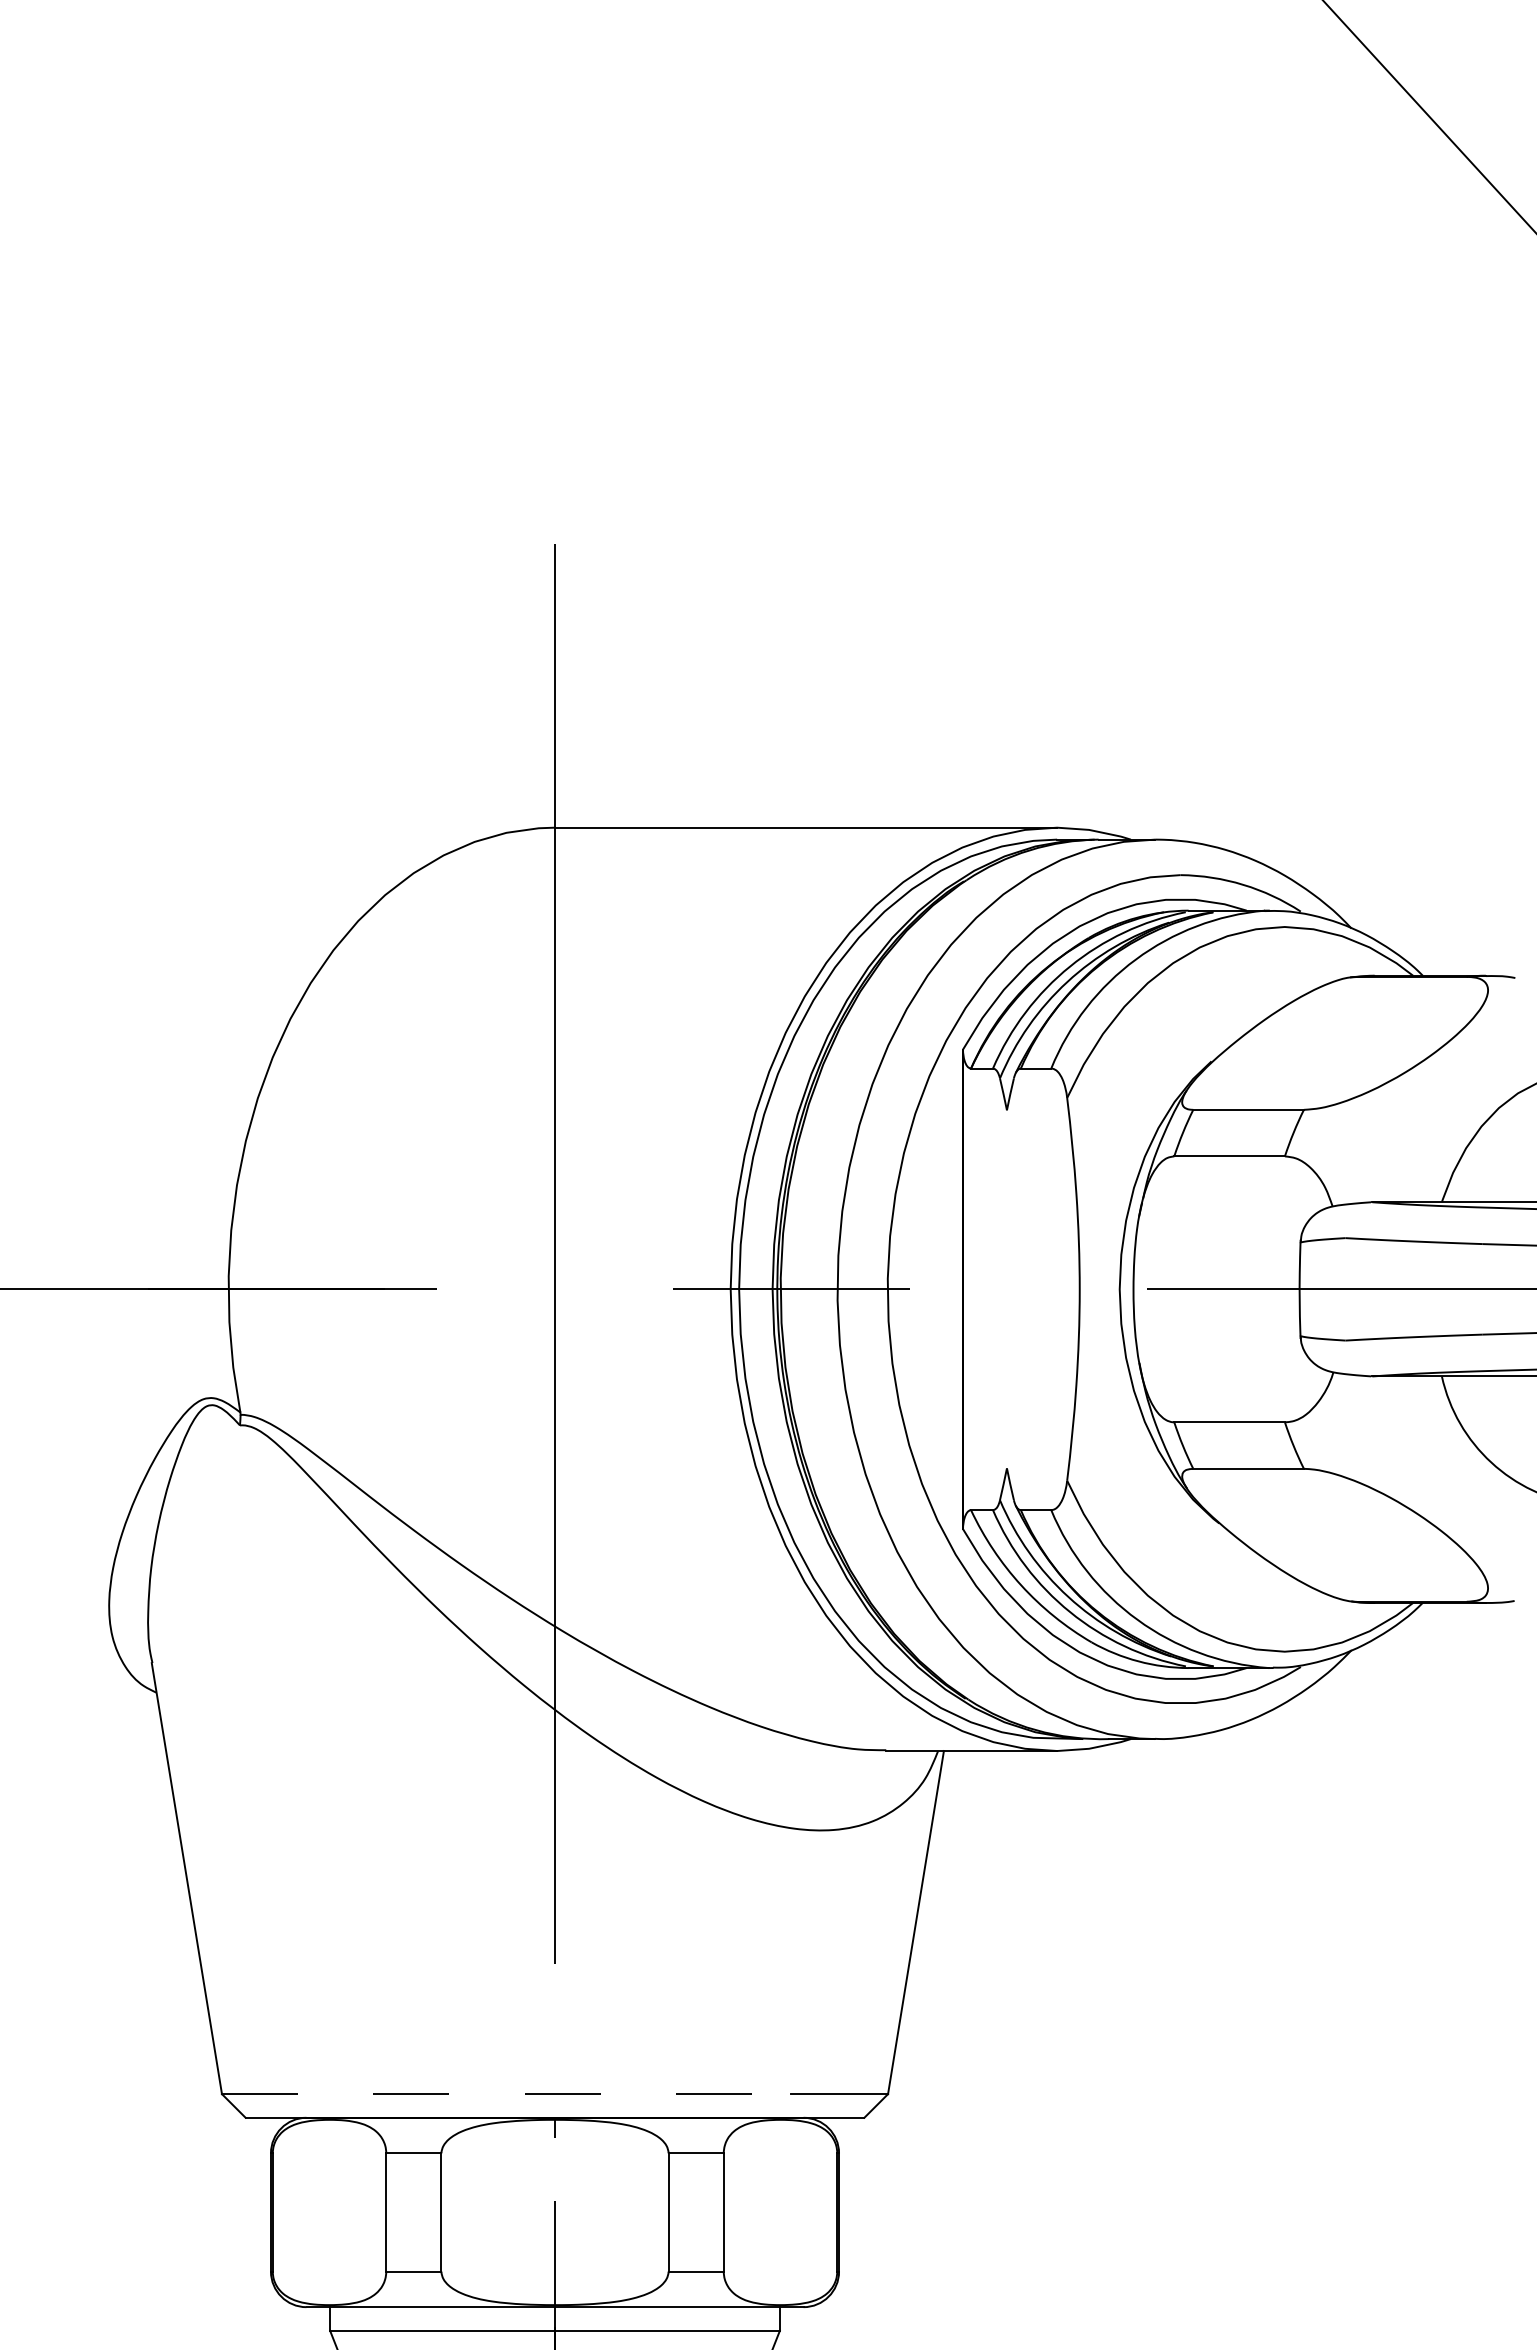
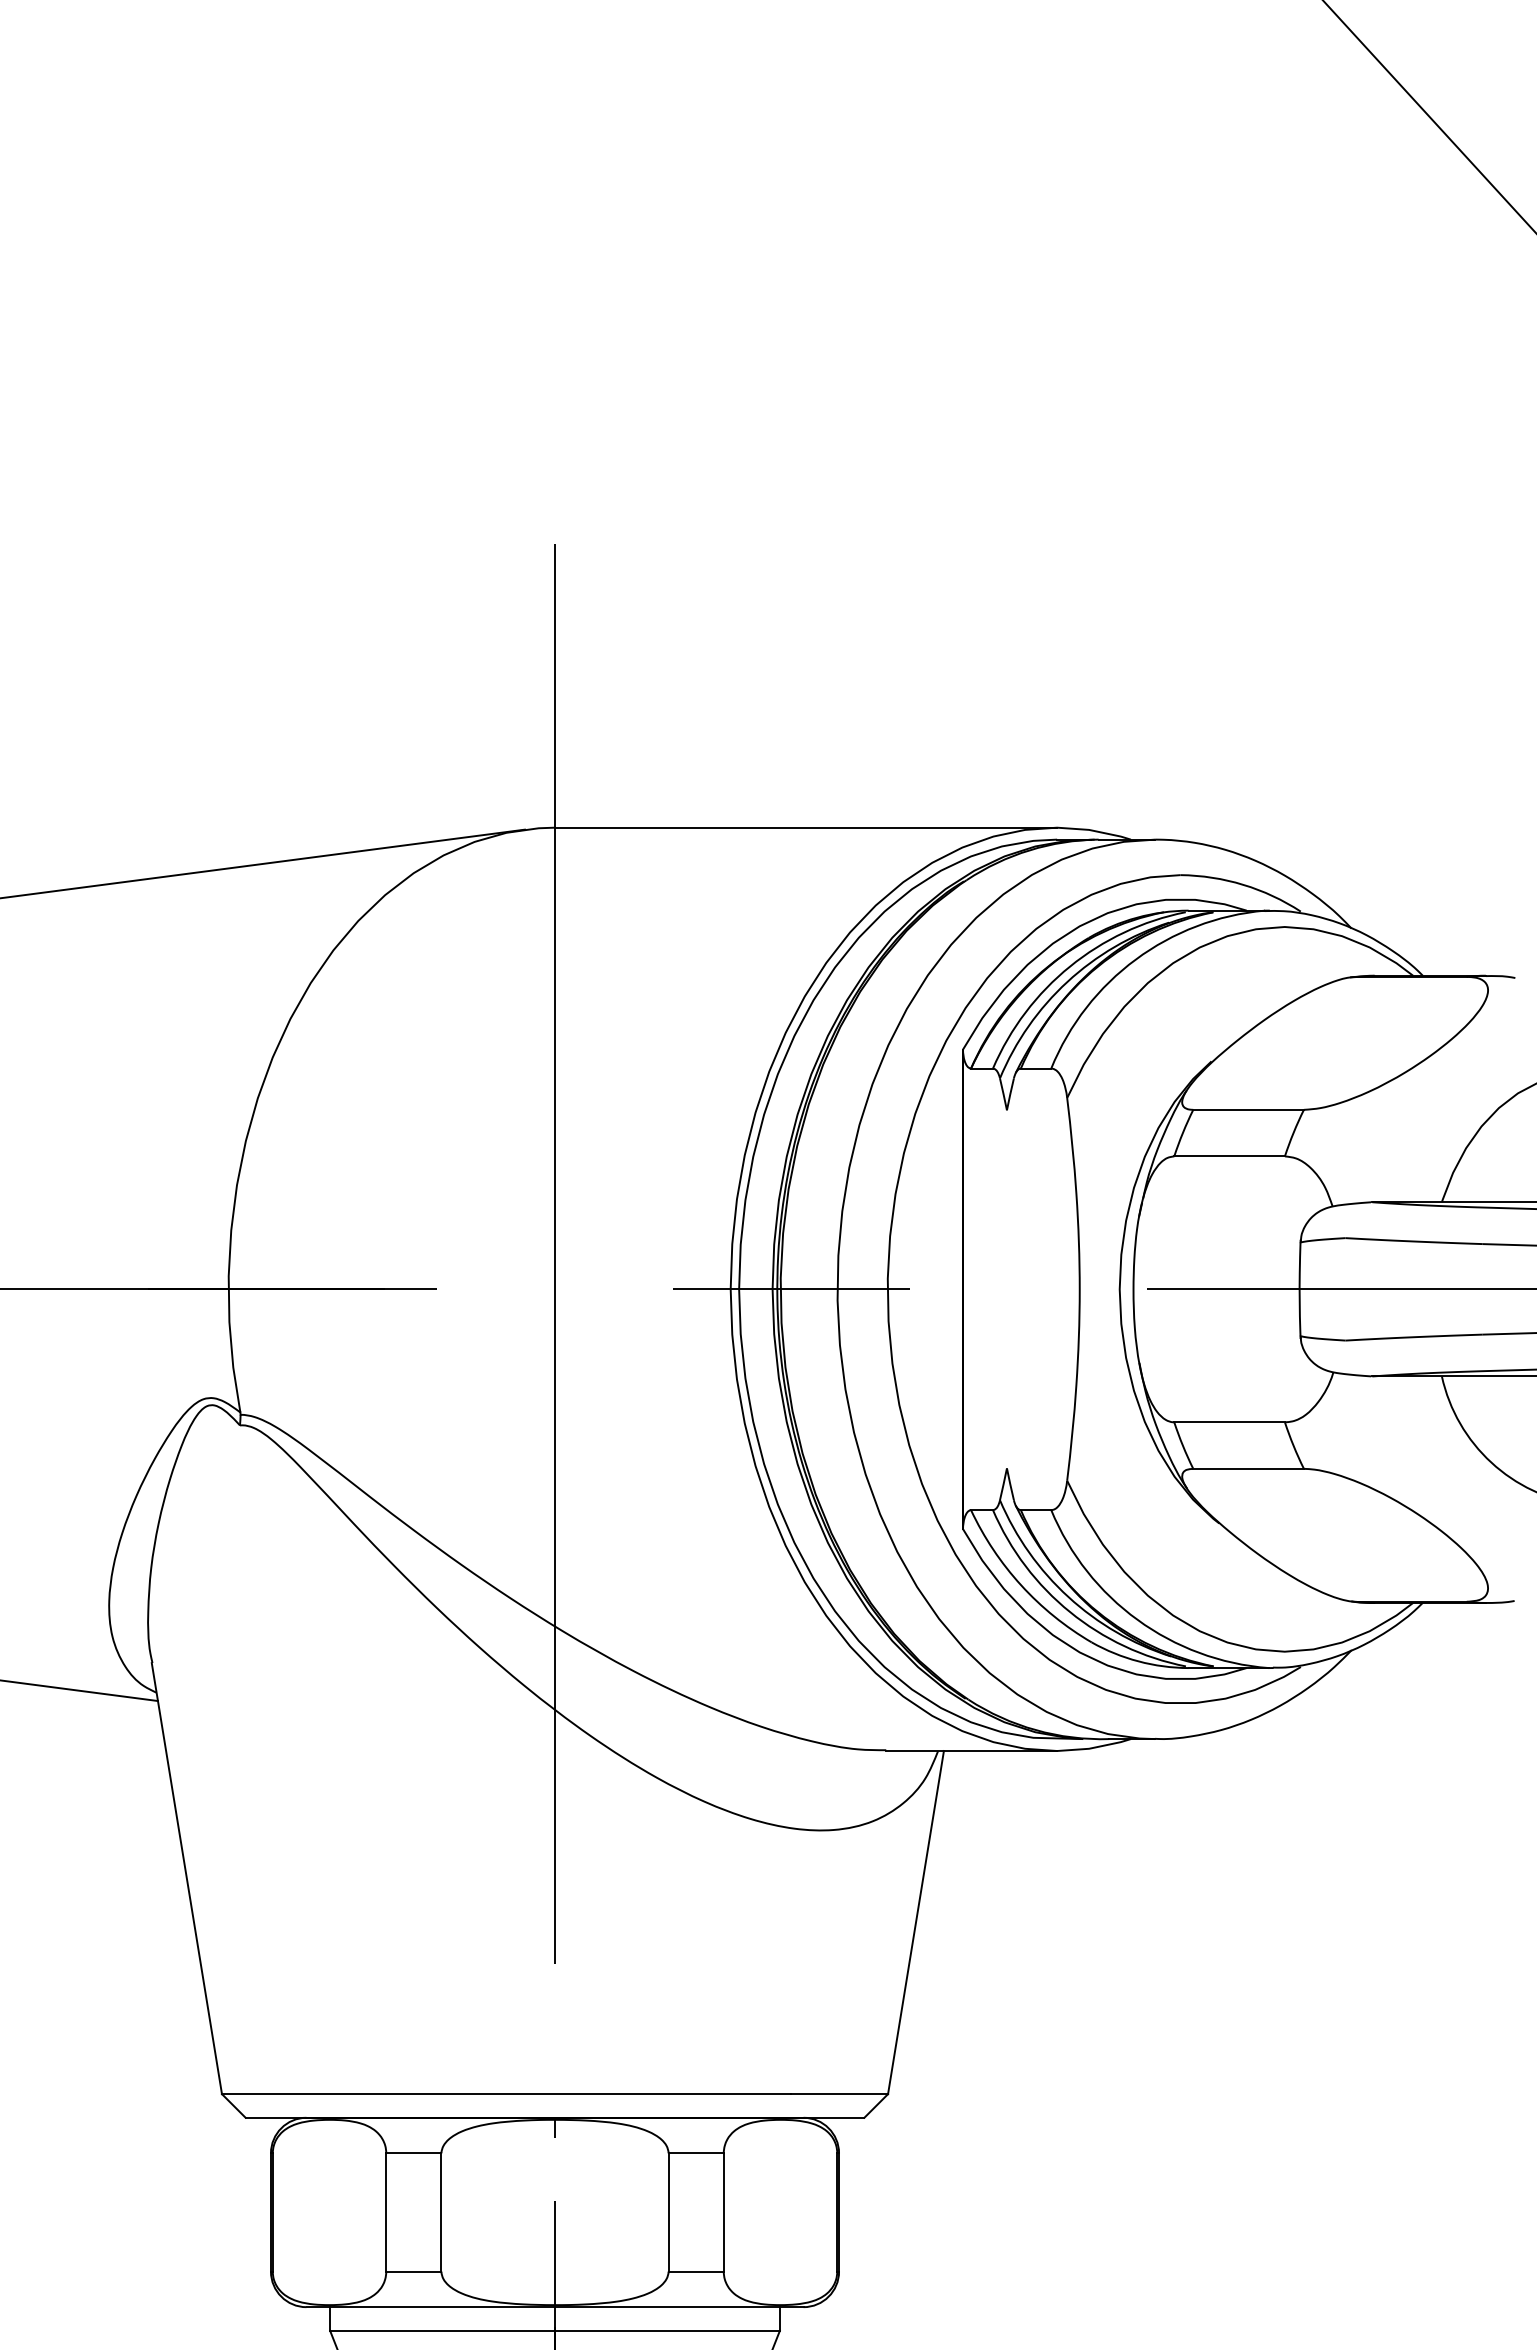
line at (263, 863): none -> present
line at (79, 1690): none -> present
line at (506, 2094): dashed -> solid
